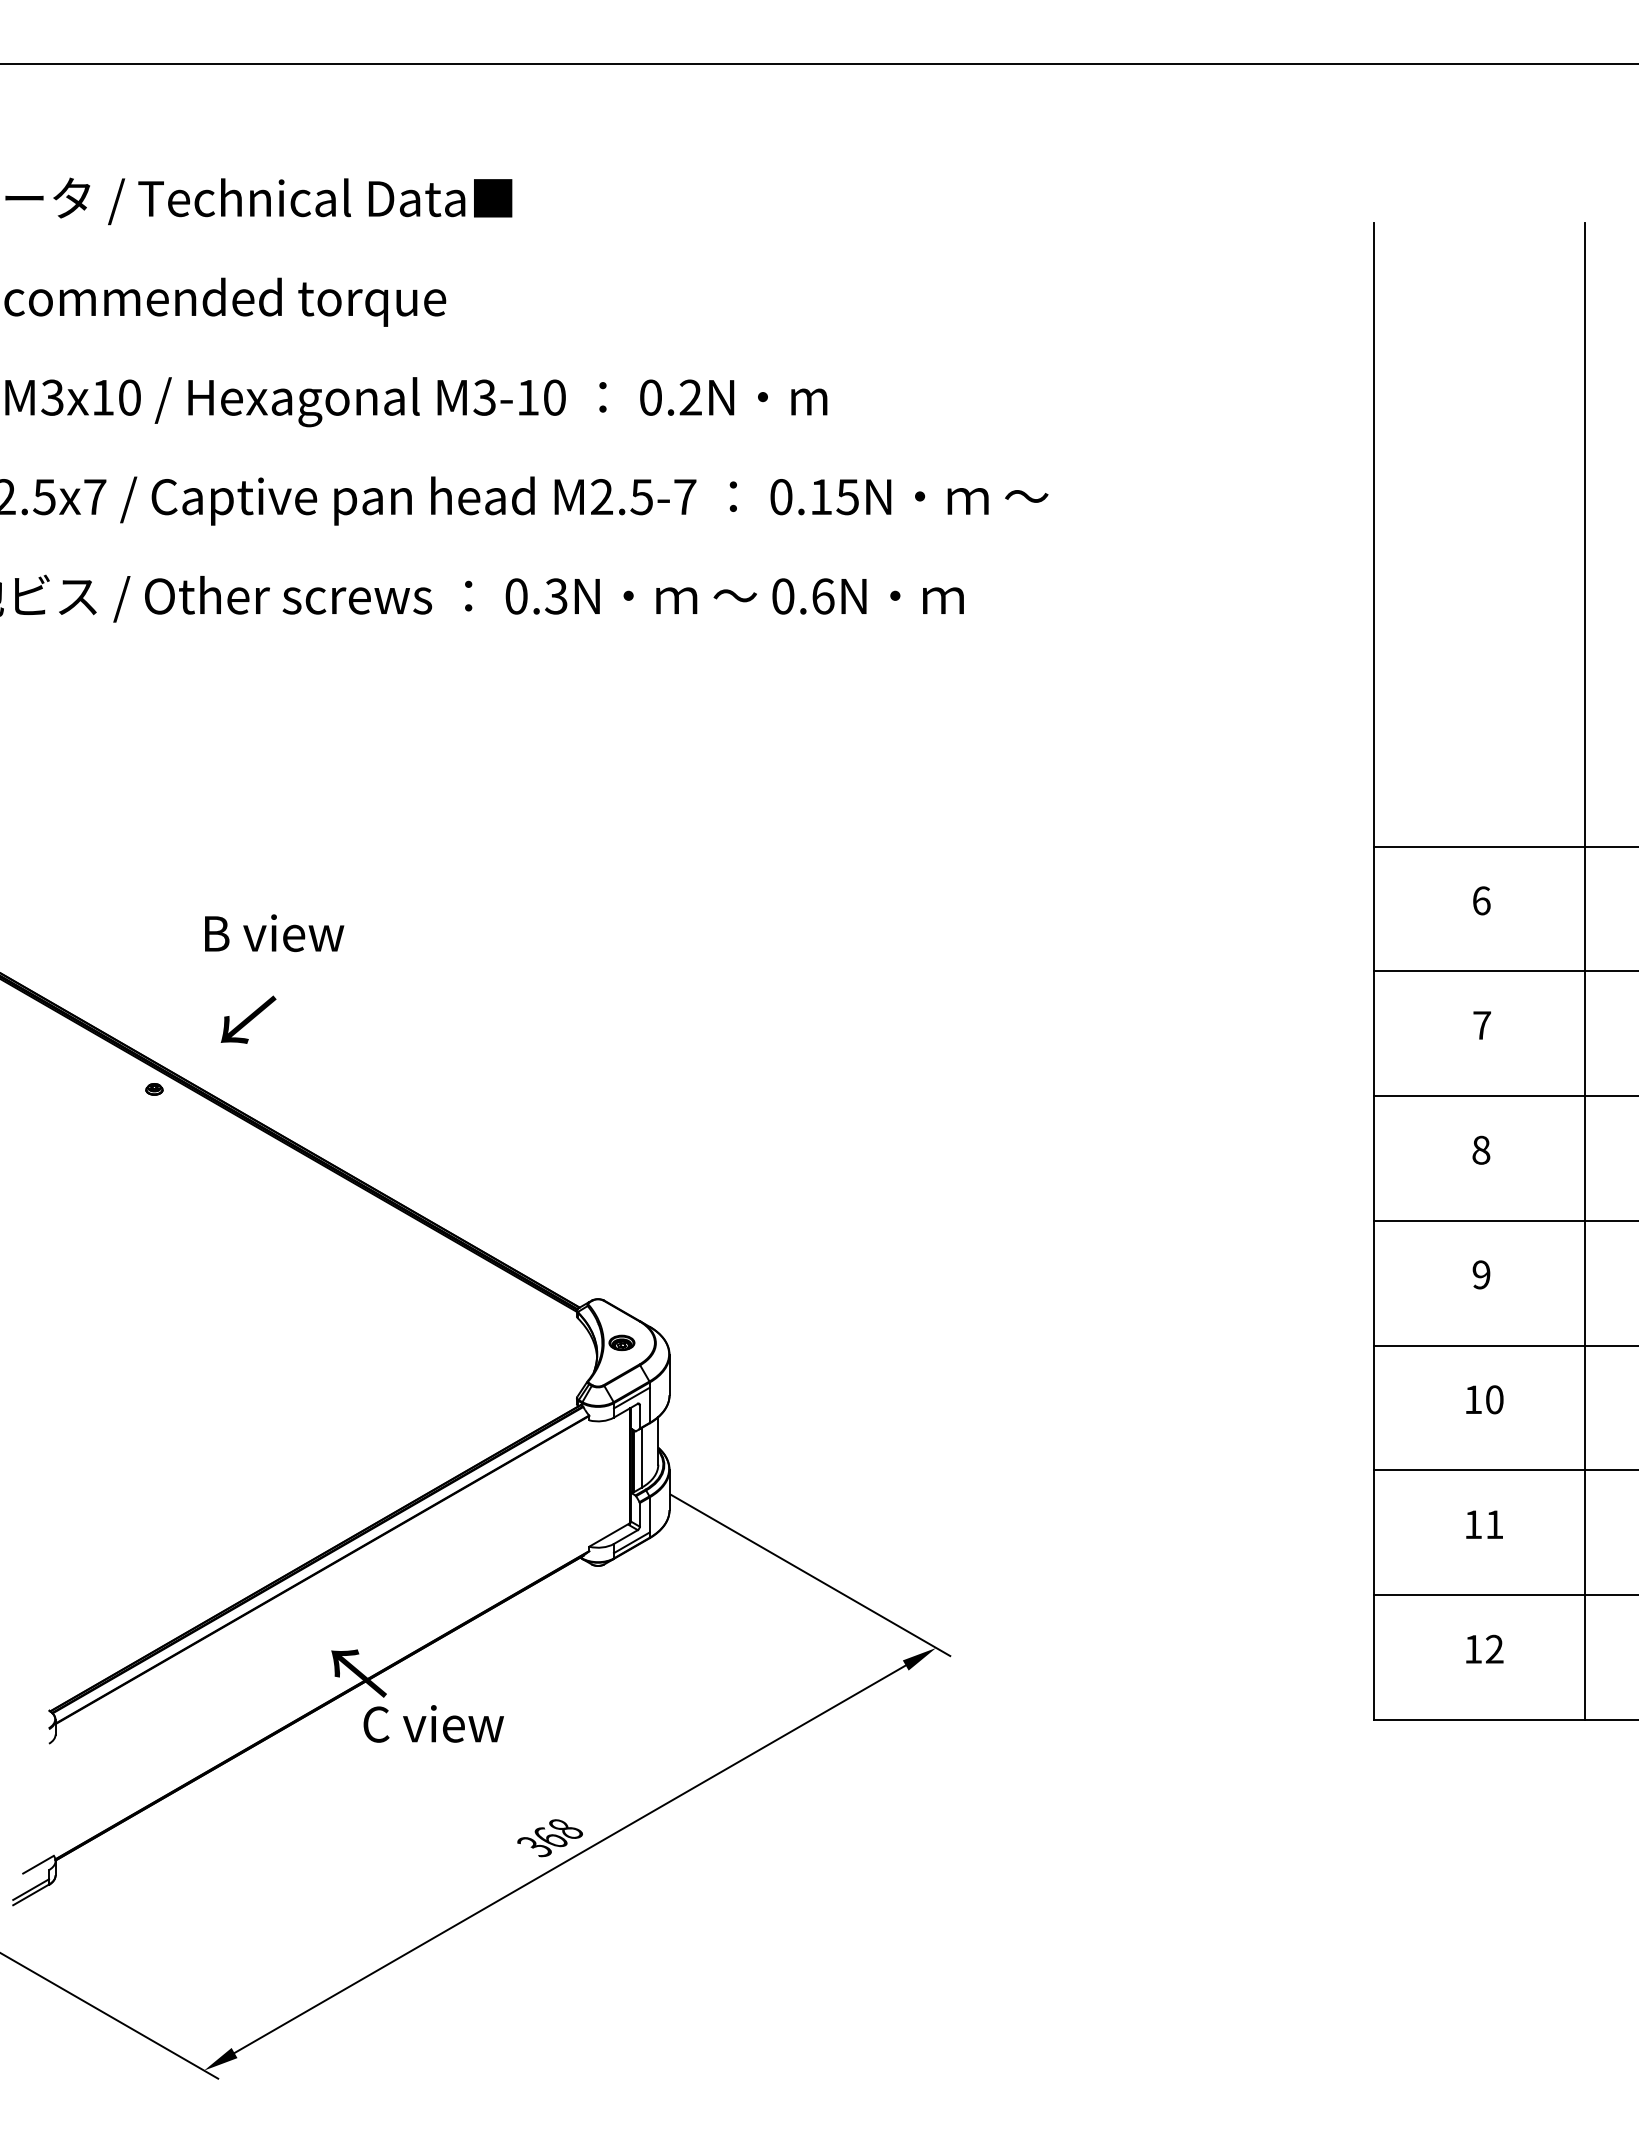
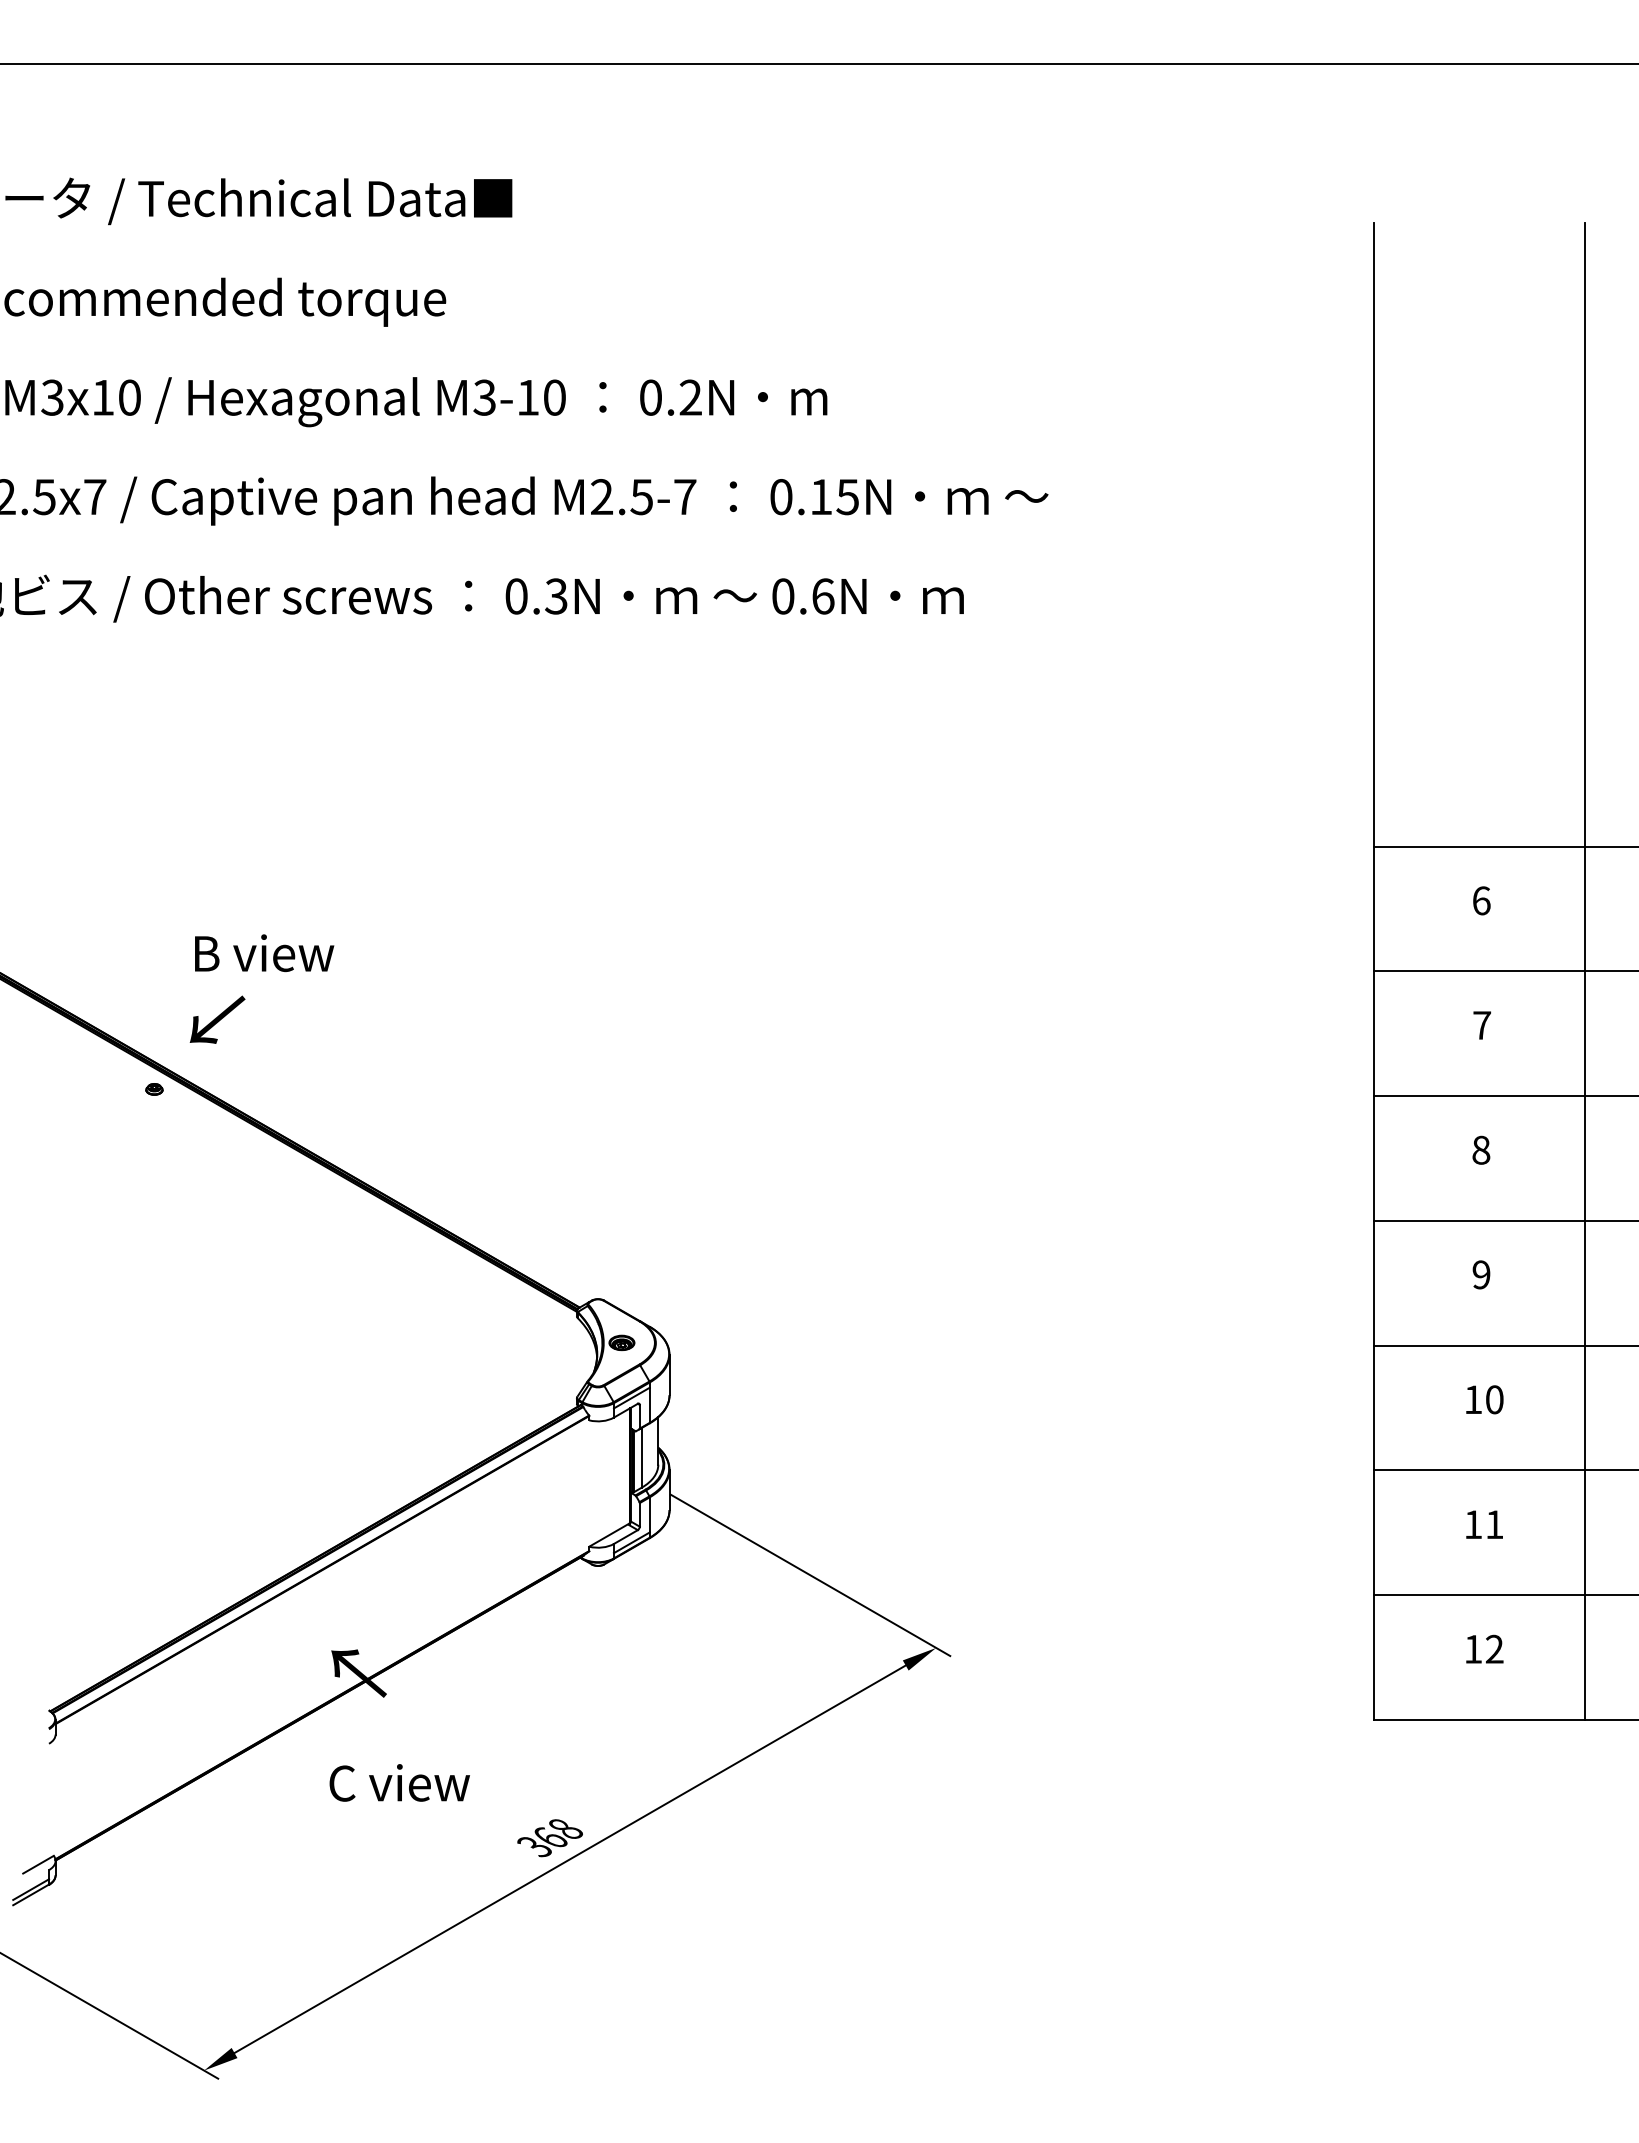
text at (274, 933) position: (274, 933) -> (264, 953)
text at (248, 1019) position: (248, 1019) -> (217, 1019)
text at (433, 1723) position: (433, 1723) -> (399, 1782)
